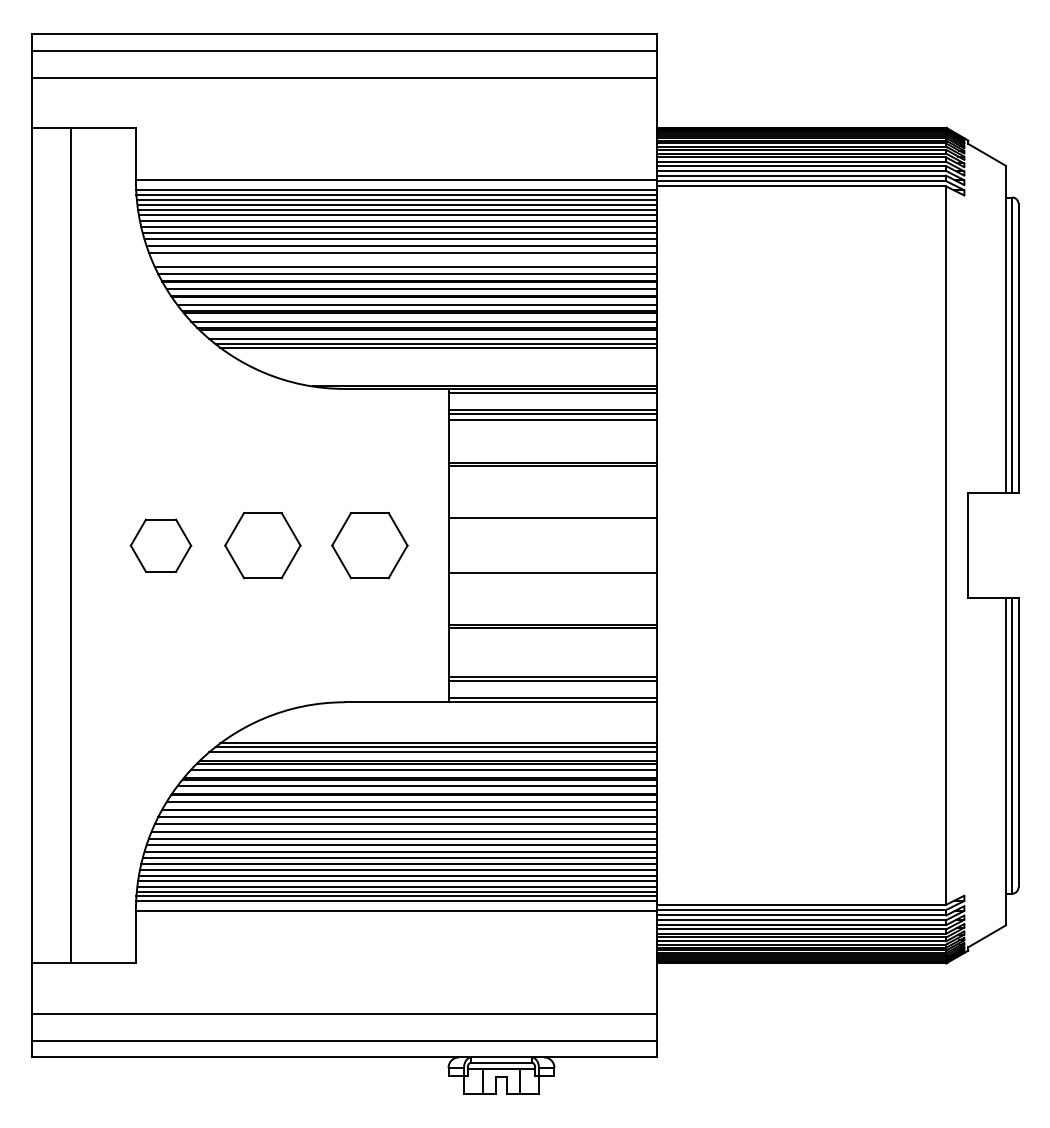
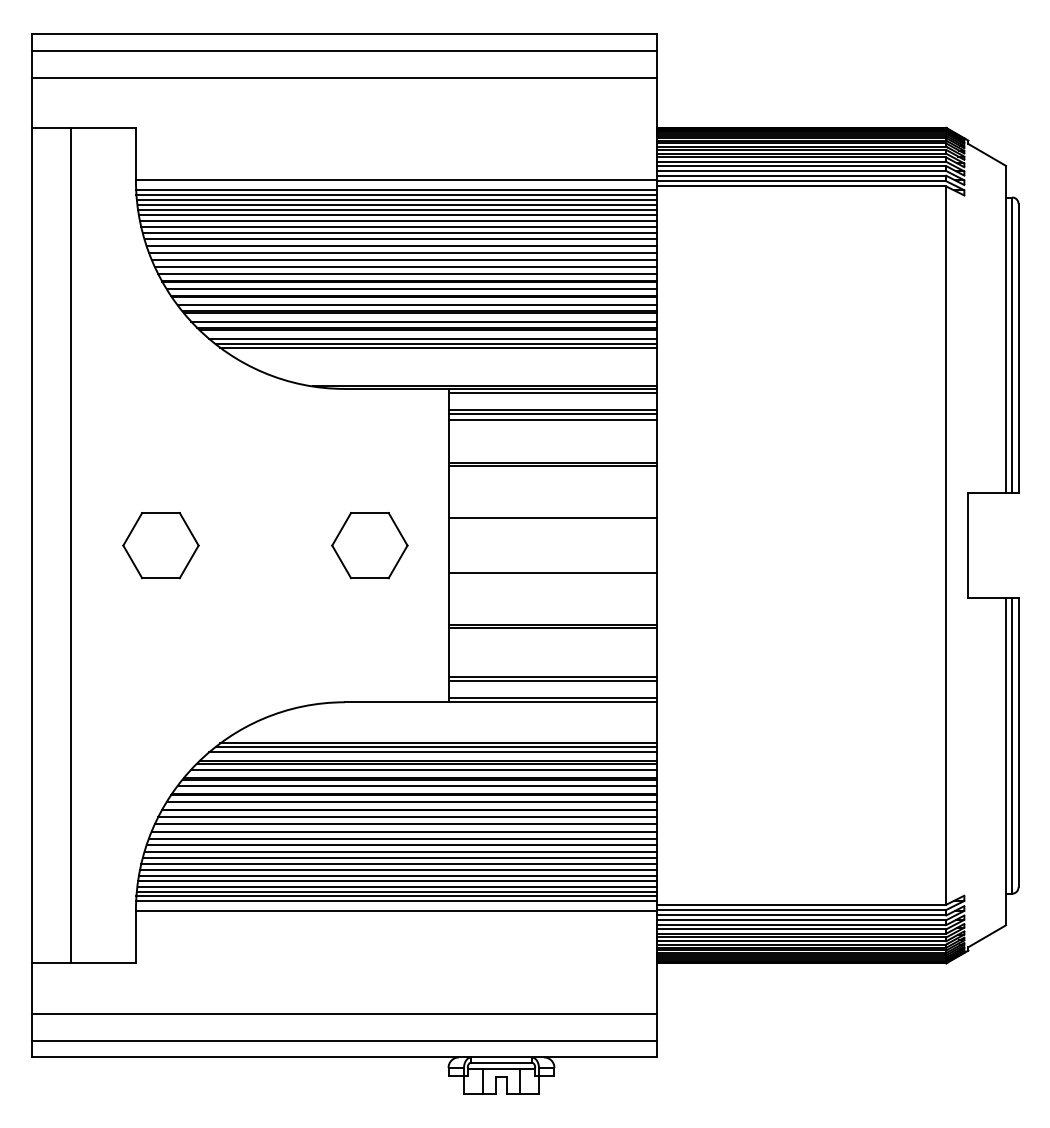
line at (404, 259): none -> present
part at (160, 545) size: 64x55 px -> 78x68 px
part at (262, 545): present -> none
